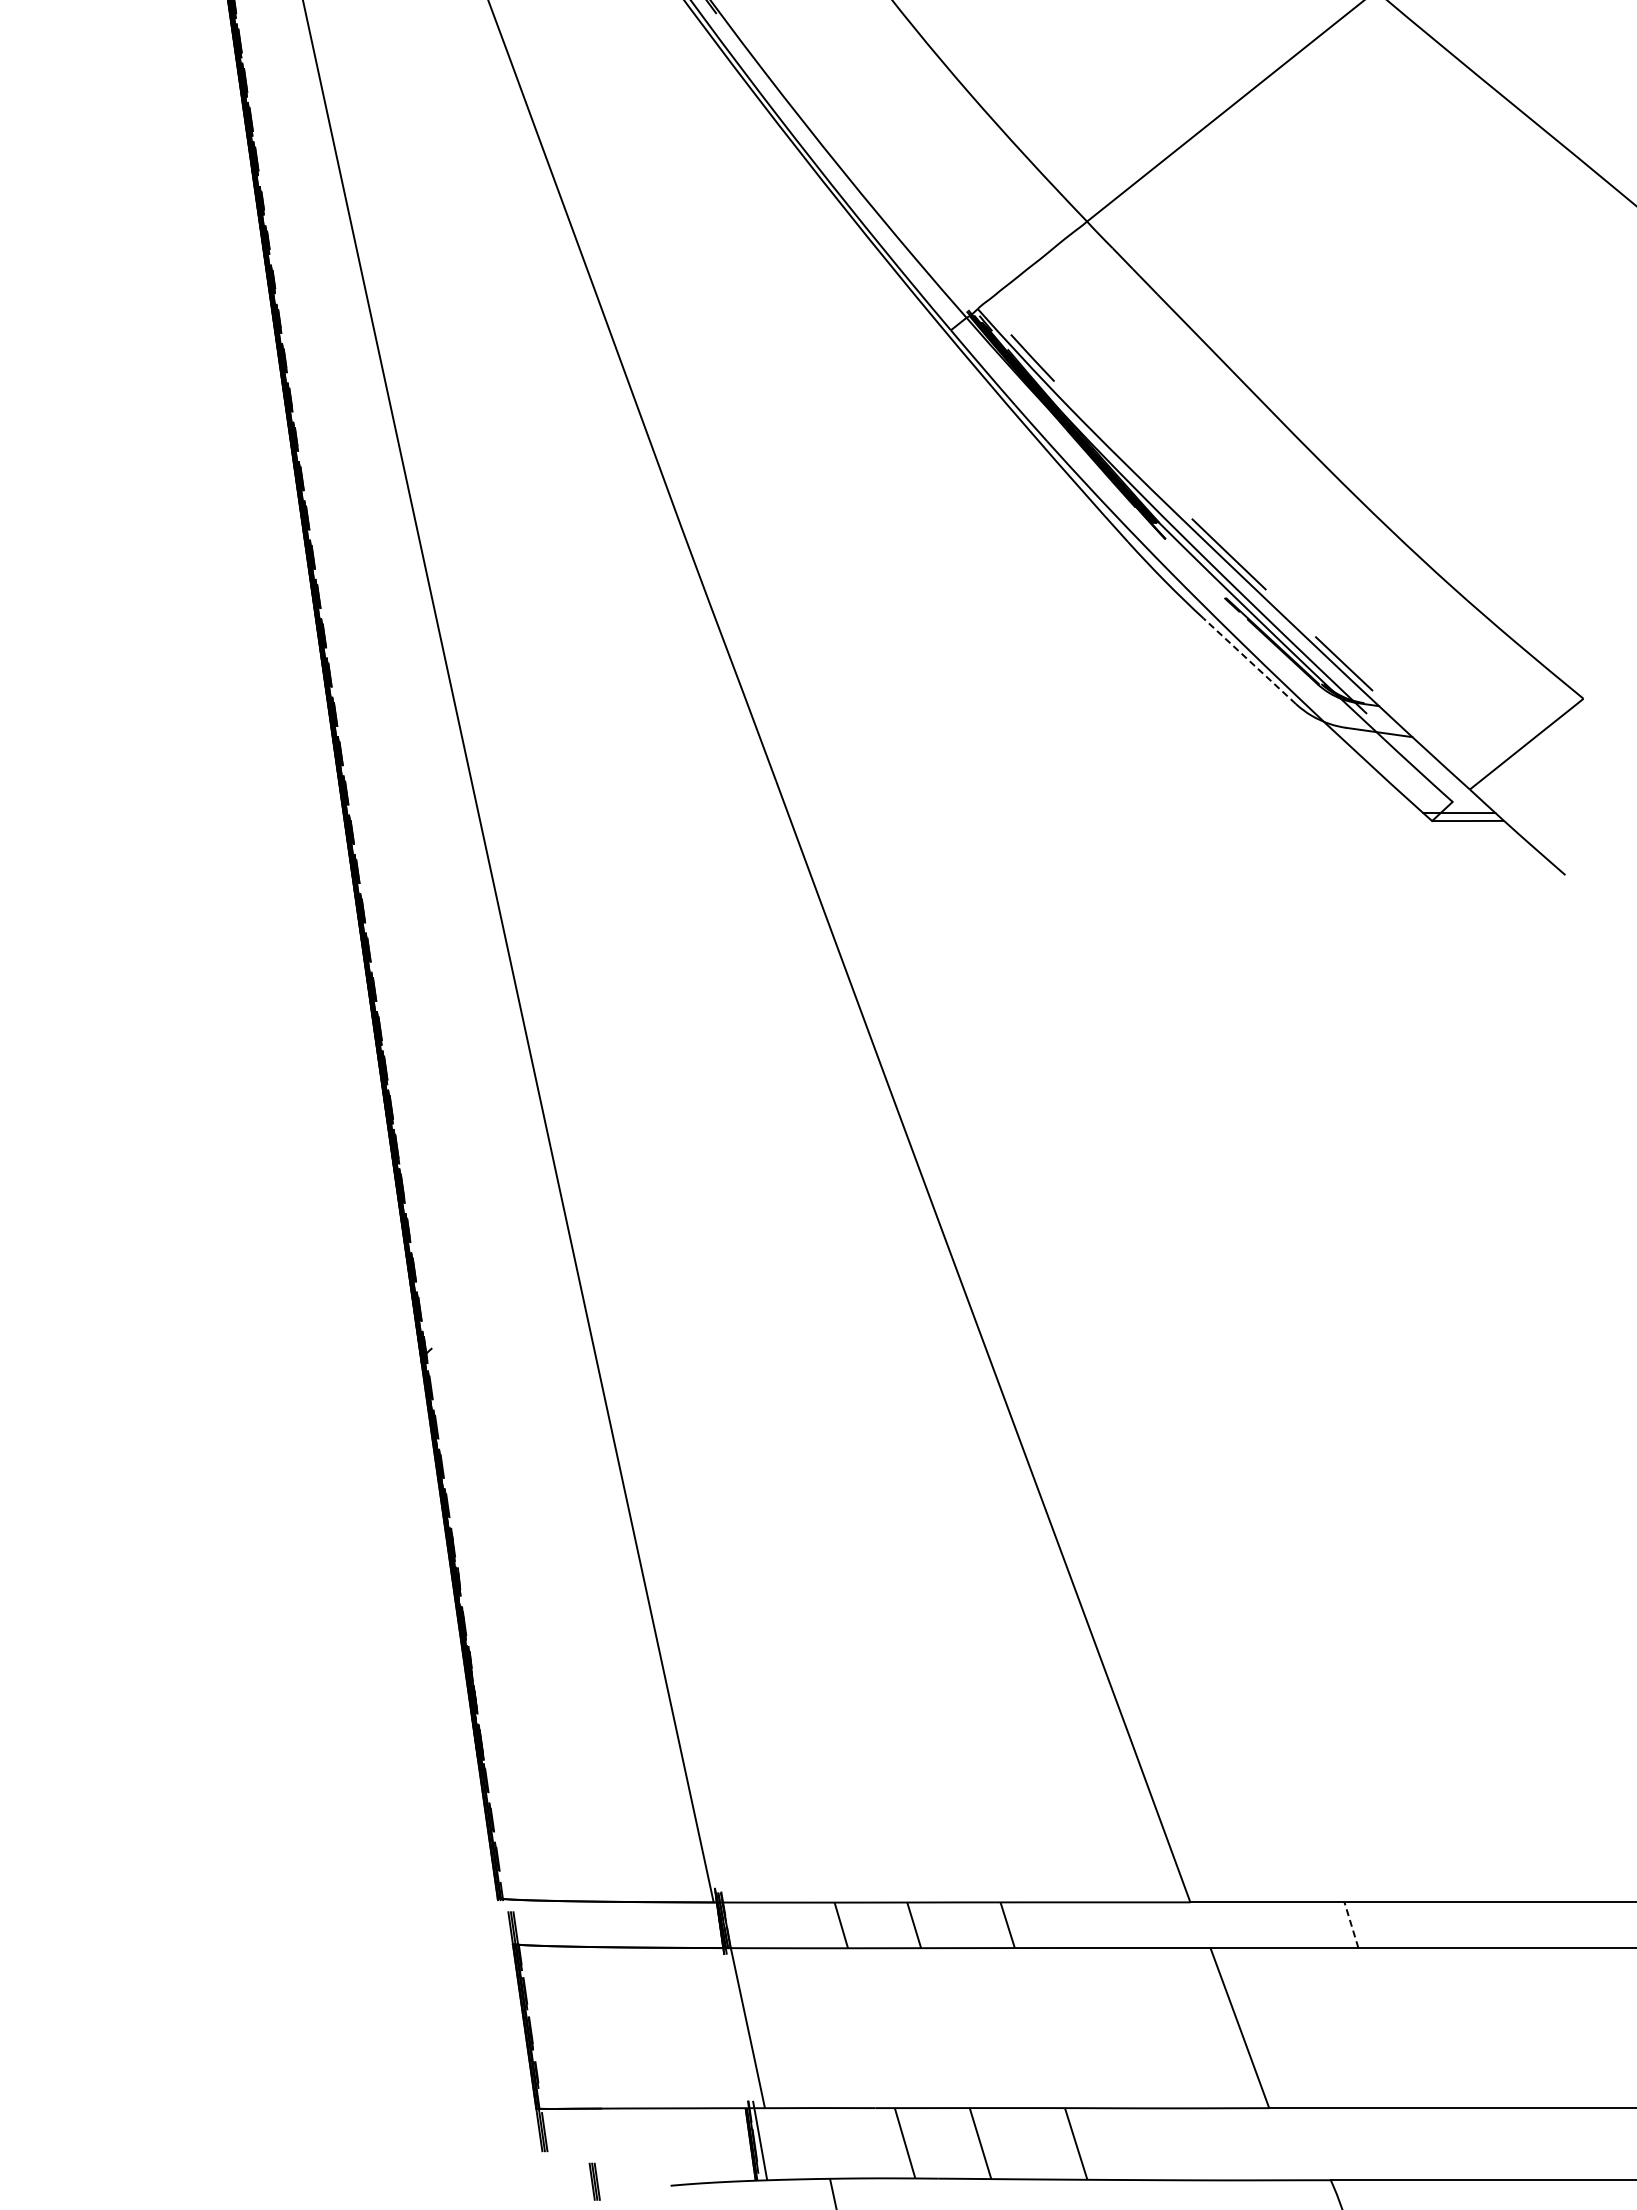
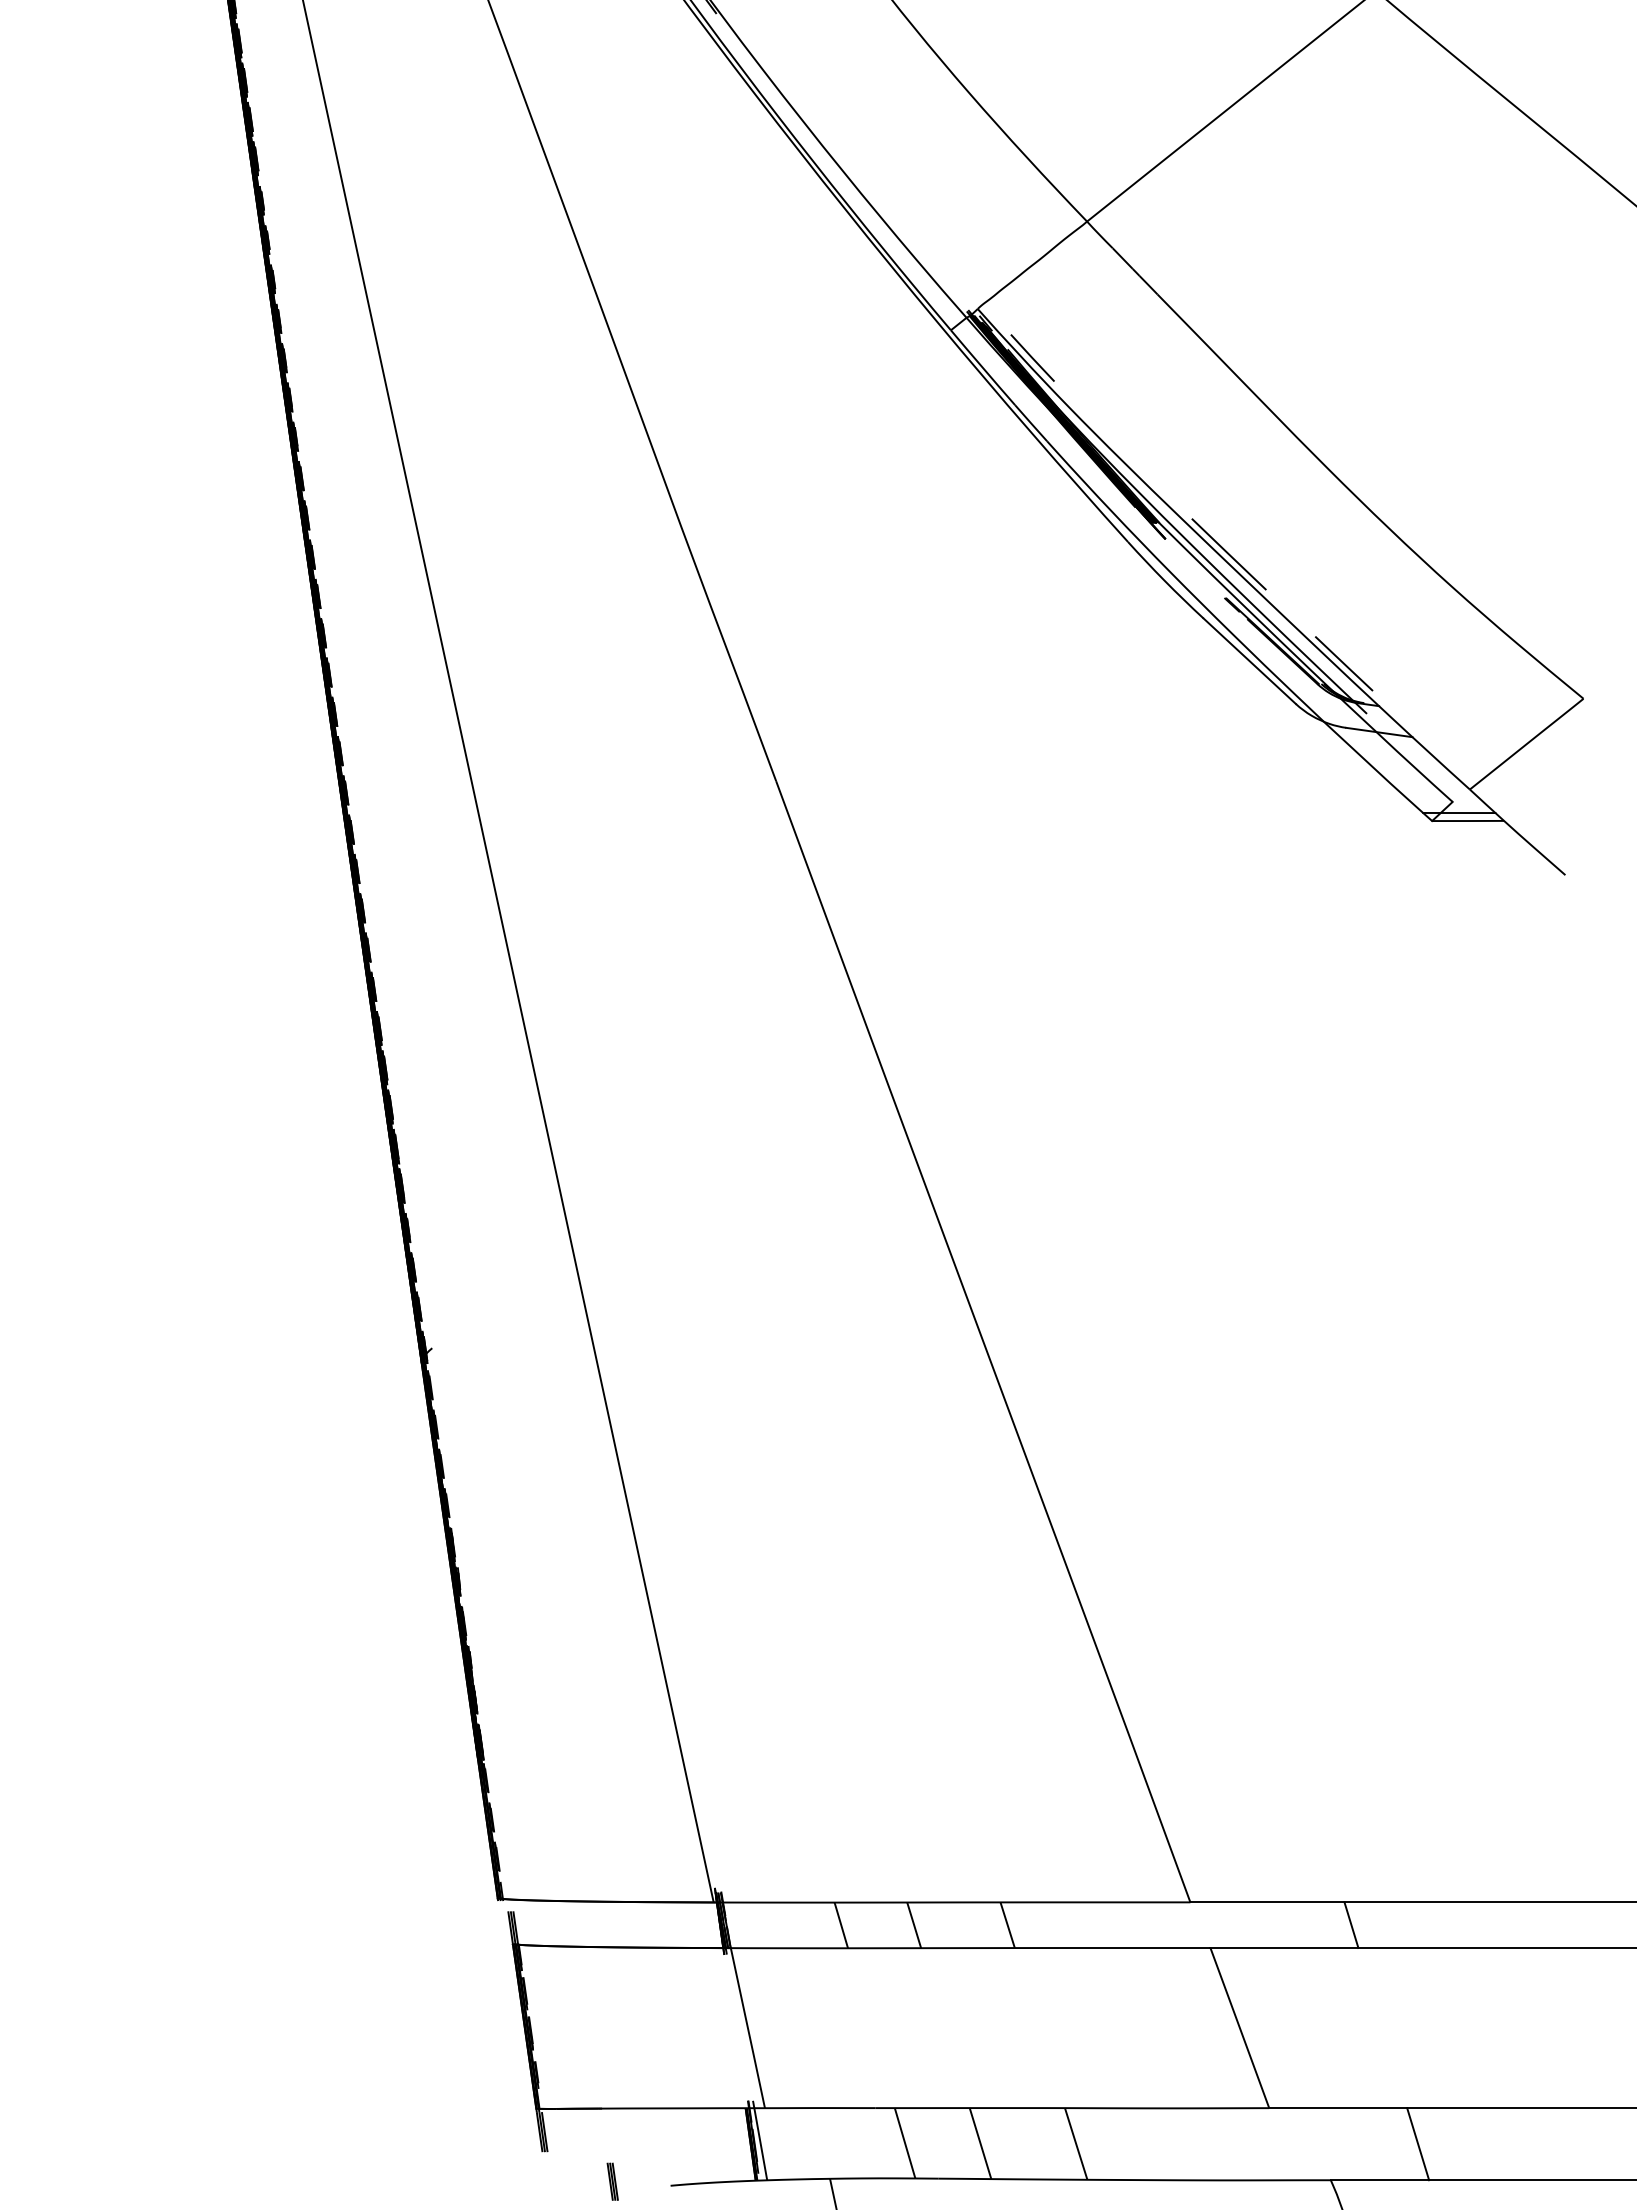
line at (1249, 661): dashed -> solid
line at (1351, 1925): dashed -> solid
line at (1418, 2144): none -> present
part at (594, 2181) position: (594, 2181) -> (612, 2181)
